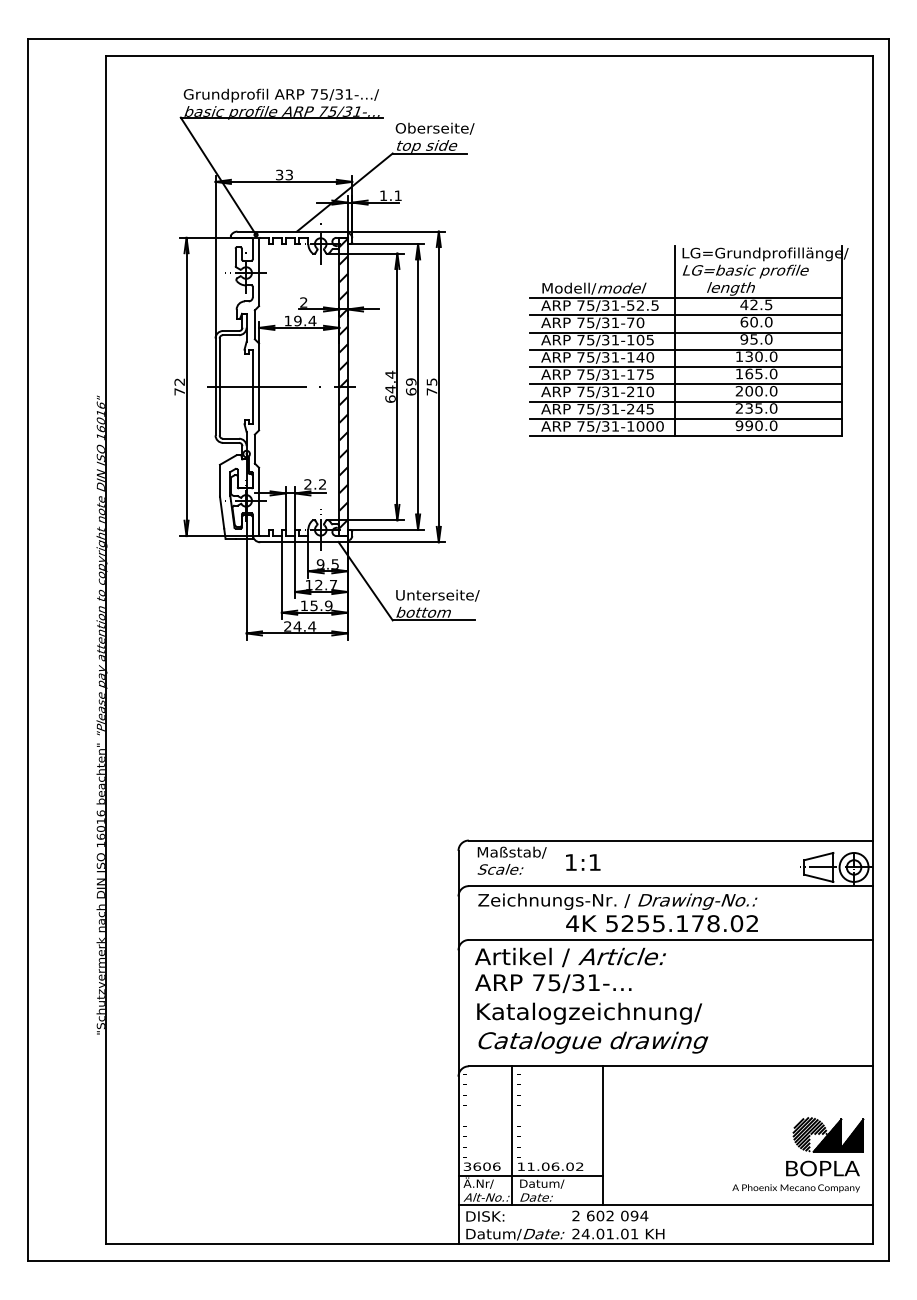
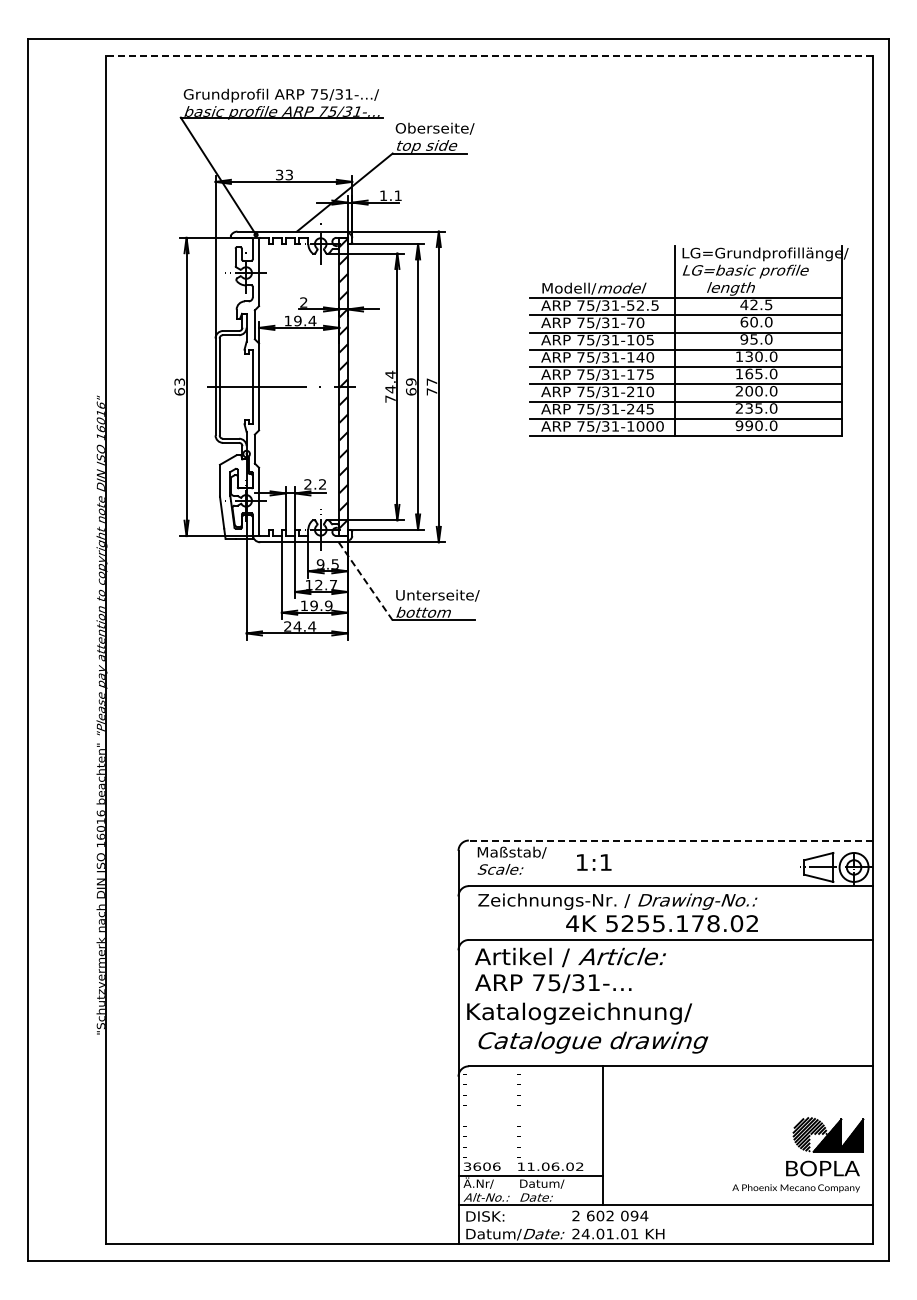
line at (489, 55): solid -> dashed
text at (432, 381): 75 -> 77
text at (179, 386): 72 -> 63
text at (390, 398): 64.4 -> 74.4
line at (365, 581): solid -> dashed
text at (313, 605): 15.9 -> 19.9
line at (670, 840): solid -> dashed
text at (583, 862) position: (583, 862) -> (594, 862)
text at (589, 1013) position: (589, 1013) -> (579, 1013)
line at (512, 1135): present -> none
